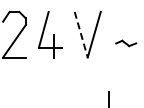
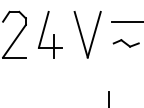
line at (126, 22): none -> present
line at (81, 34): dashed -> solid
part at (126, 43) size: 23x9 px -> 28x9 px
